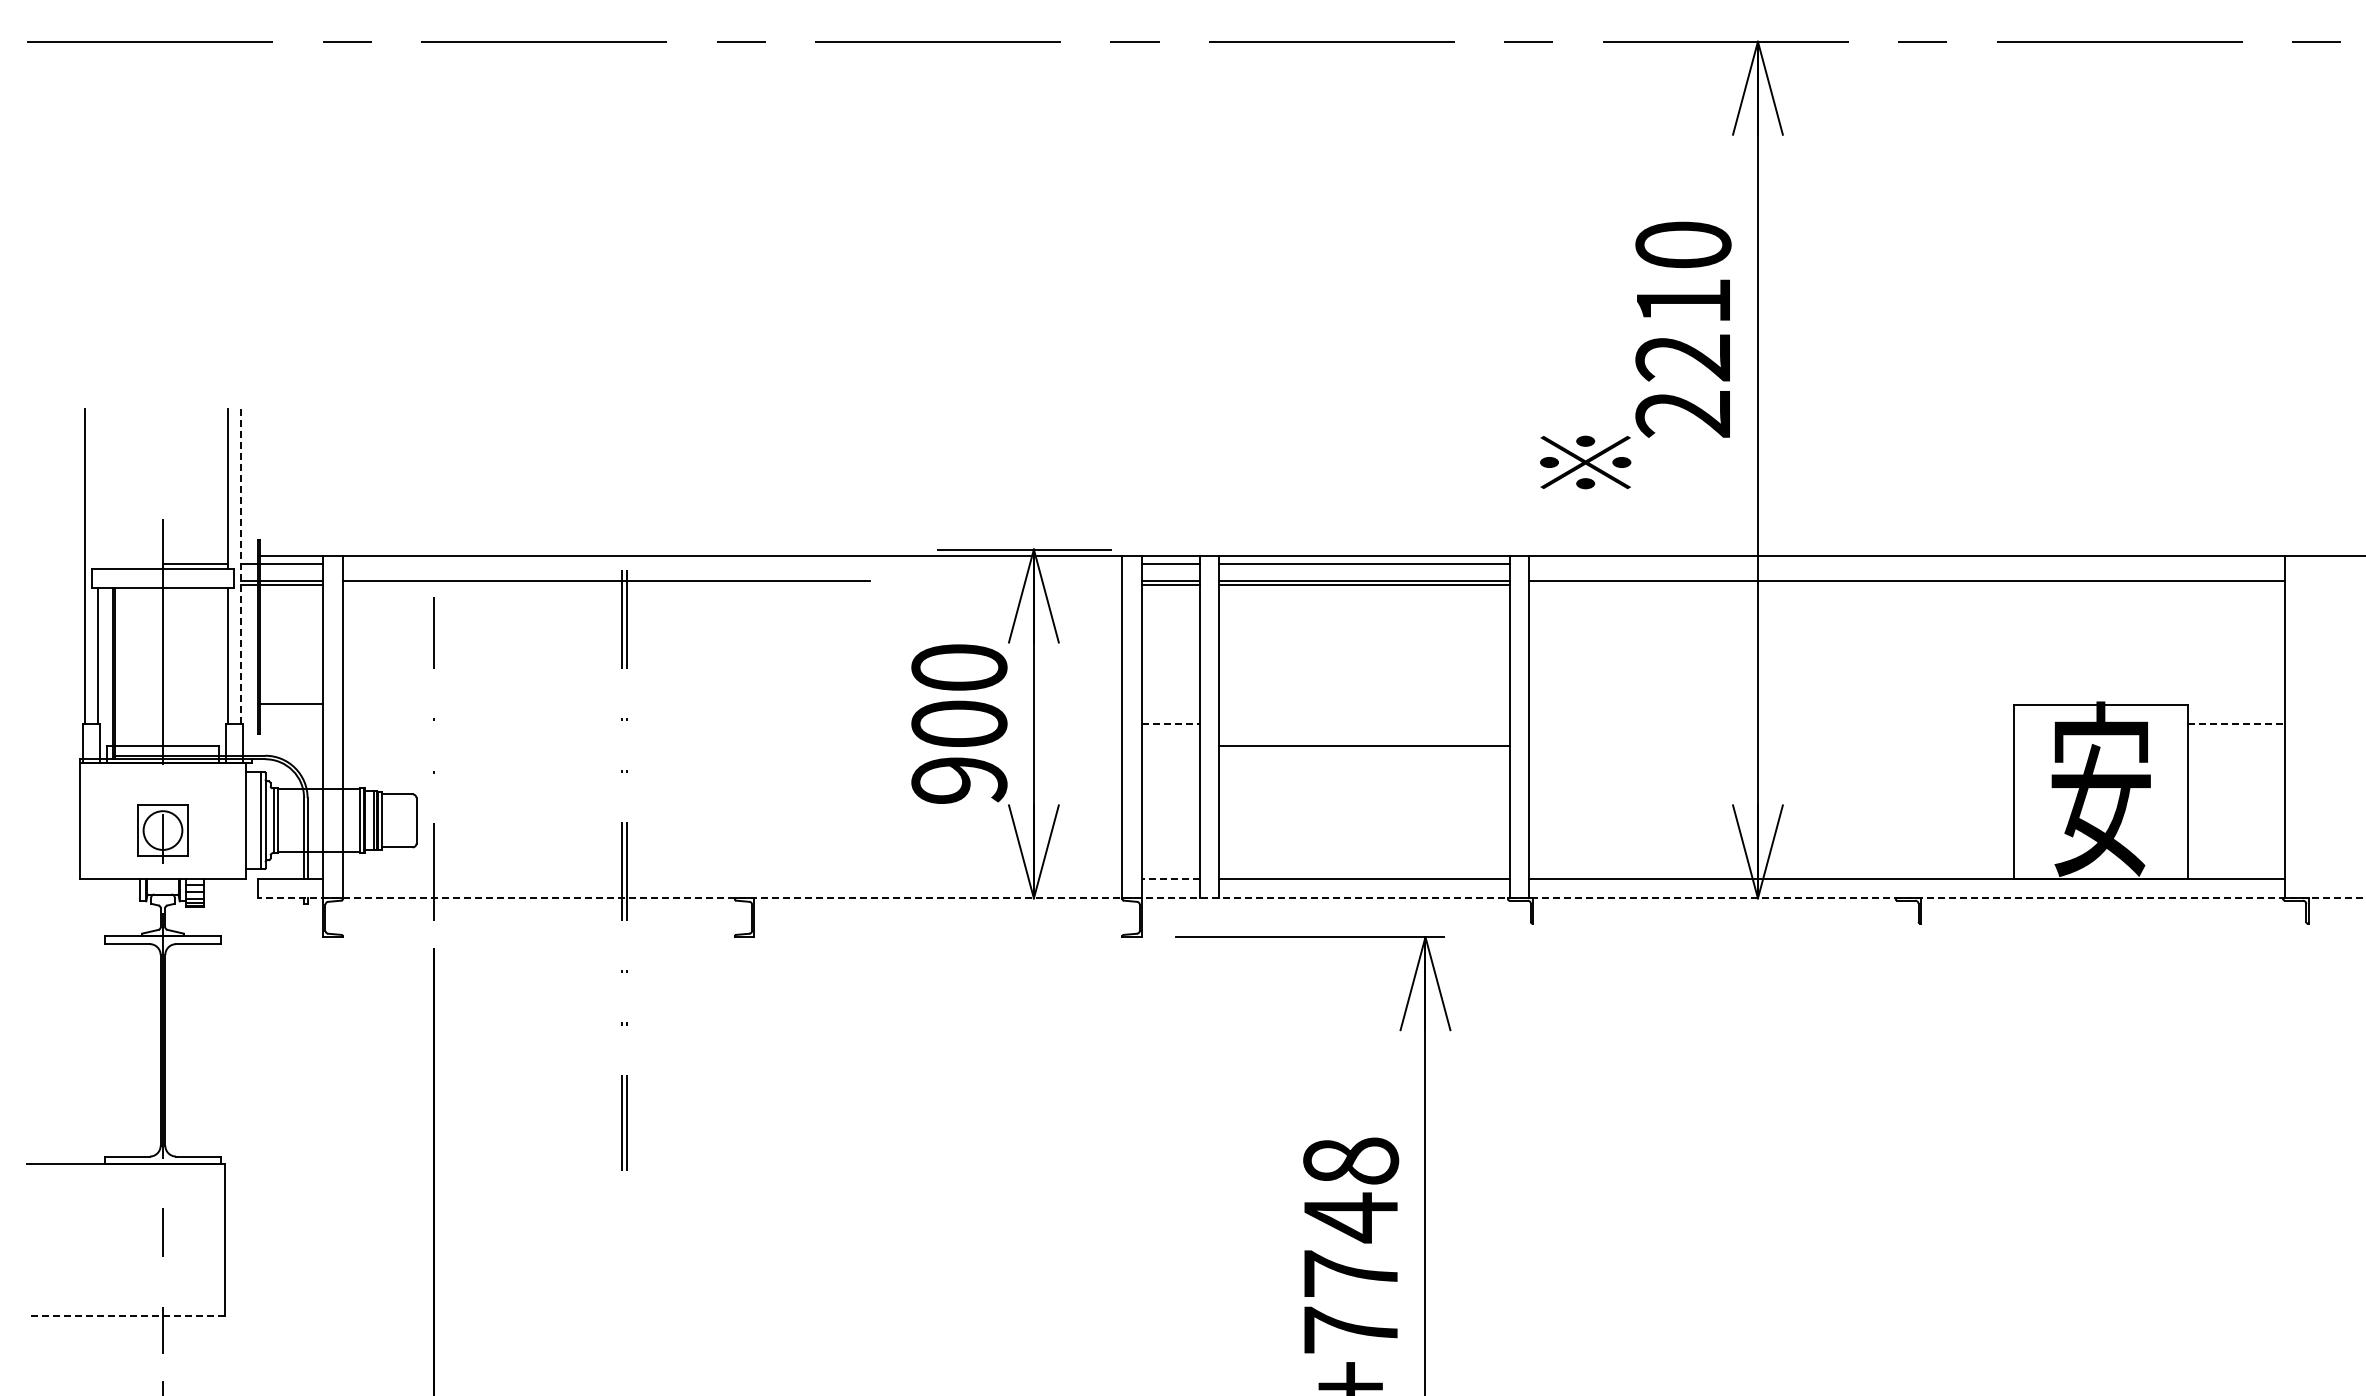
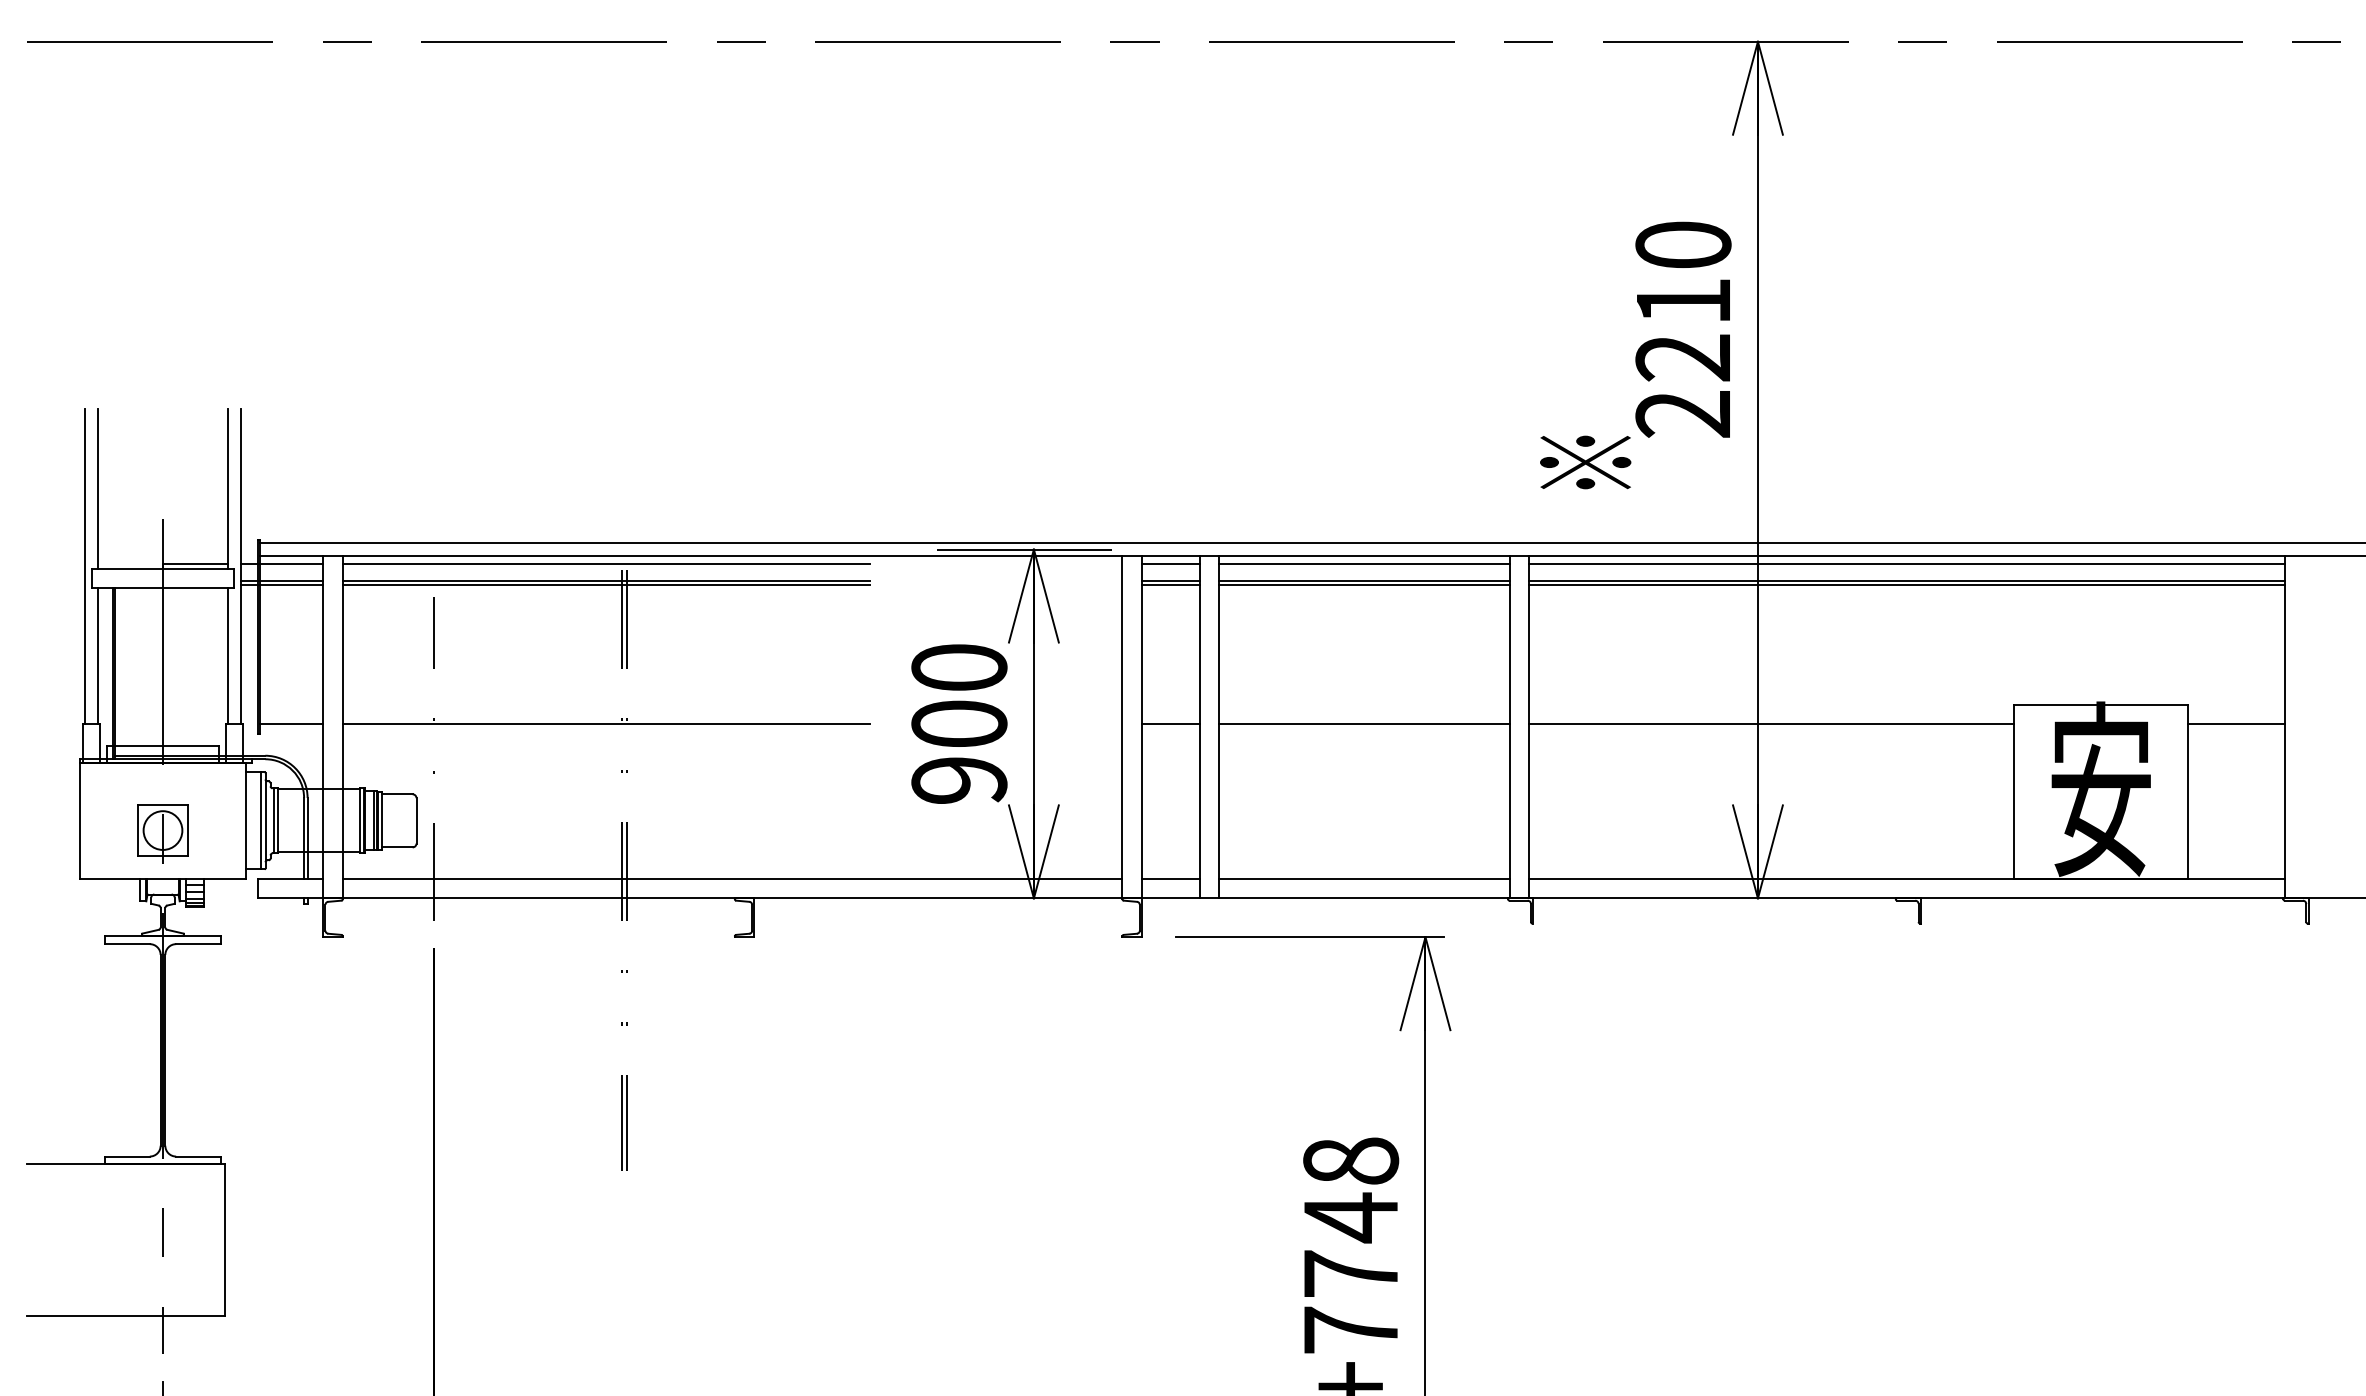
line at (98, 488): none -> present
line at (1310, 542): none -> present
line at (605, 564): none -> present
line at (1907, 564): none -> present
line at (240, 567): dashed -> solid
line at (605, 584): none -> present
line at (1907, 584): none -> present
line at (291, 703) position: (291, 703) -> (291, 723)
line at (605, 723): none -> present
line at (1171, 723): dashed -> solid
line at (1771, 723): none -> present
line at (2237, 723): dashed -> solid
line at (1364, 745) position: (1364, 745) -> (1364, 723)
line at (732, 879): none -> present
line at (1170, 879): dashed -> solid
line at (1311, 898): dashed -> solid
line at (126, 1315): dashed -> solid
